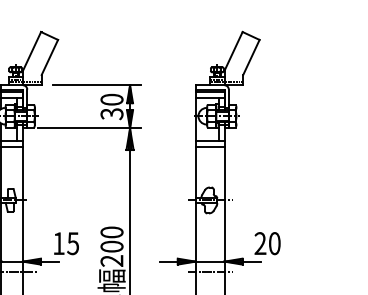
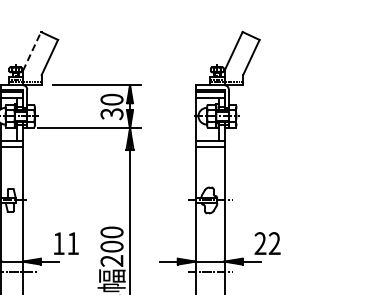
line at (32, 51): solid -> dashed
text at (72, 243): 15 -> 11
text at (274, 243): 20 -> 22
